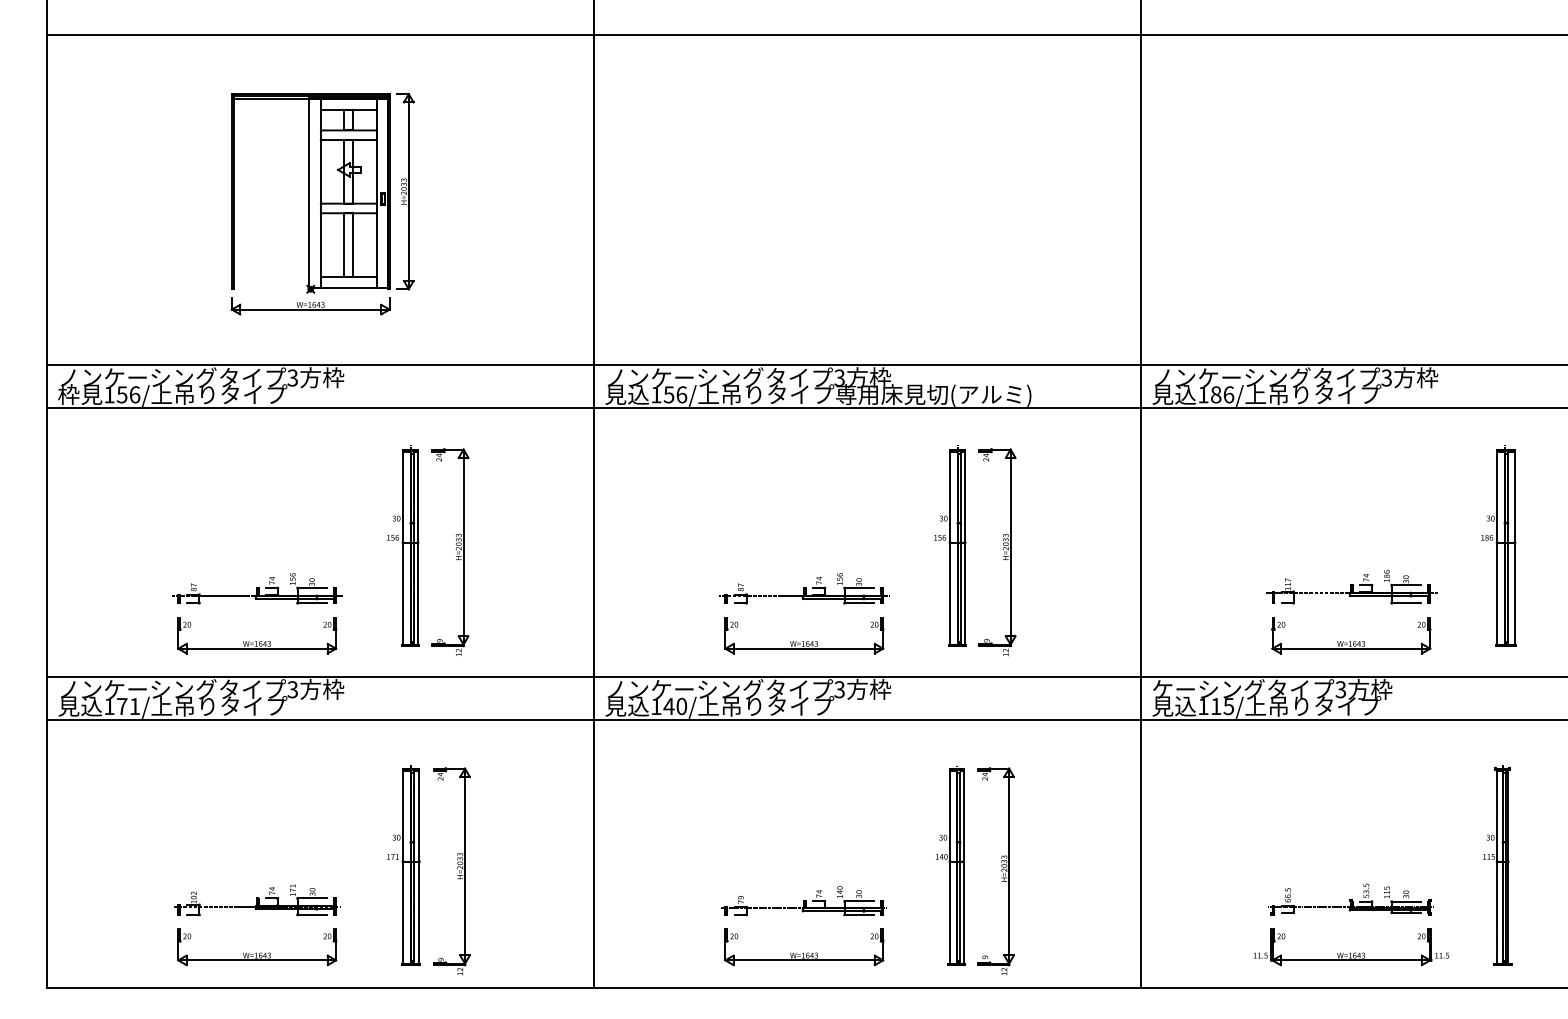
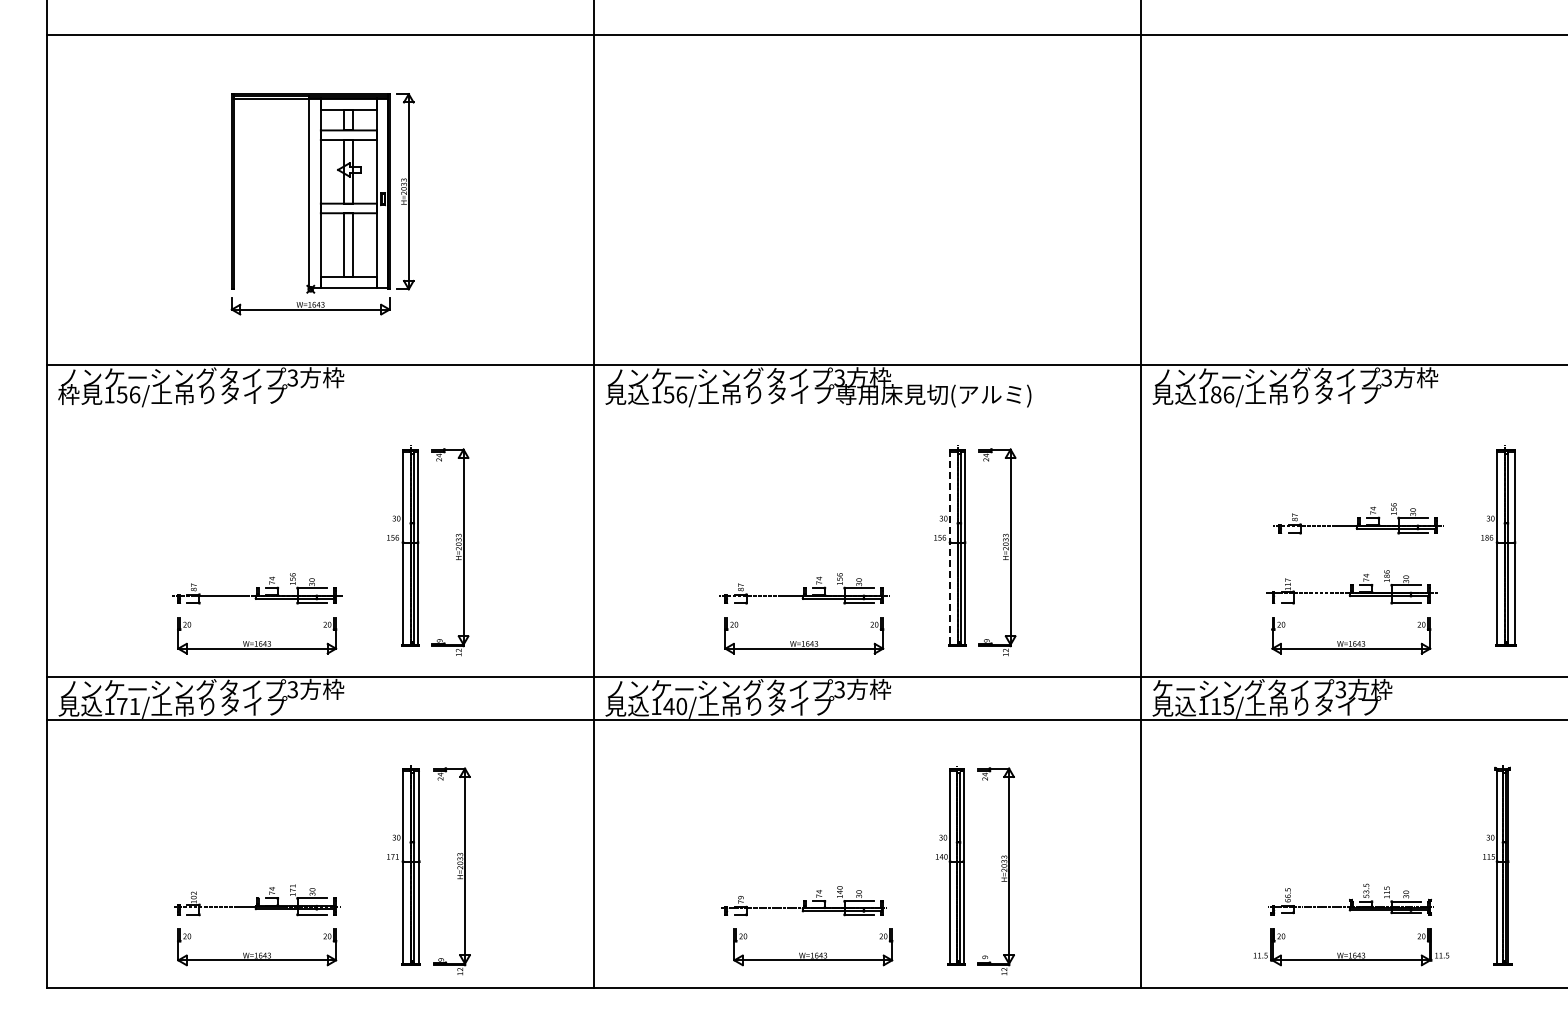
line at (805, 408): present -> none
part at (1358, 518): none -> present
line at (950, 547): solid -> dashed
part at (804, 947) position: (804, 947) -> (813, 947)
